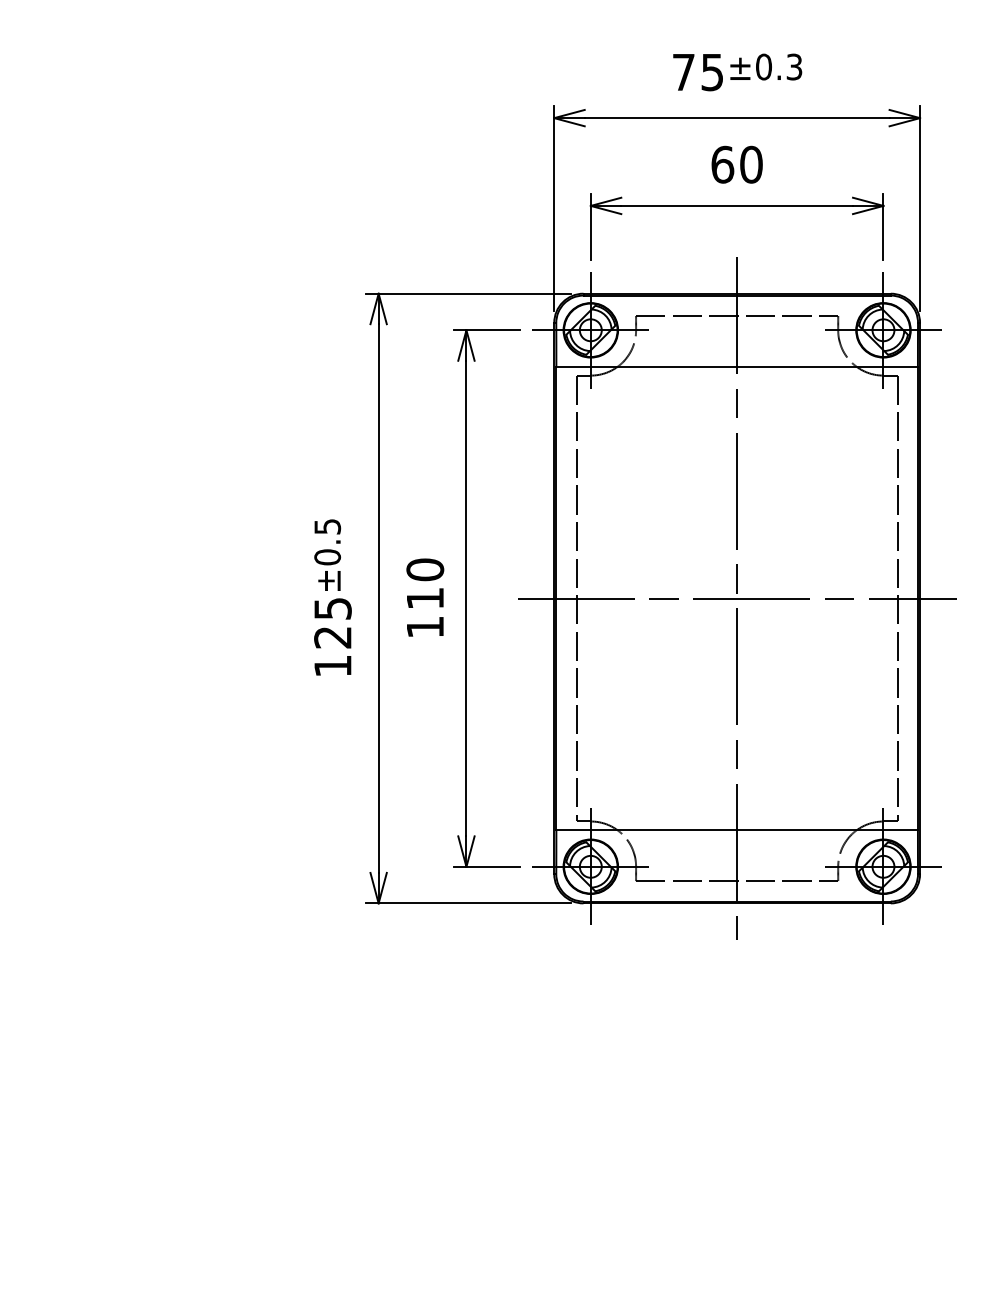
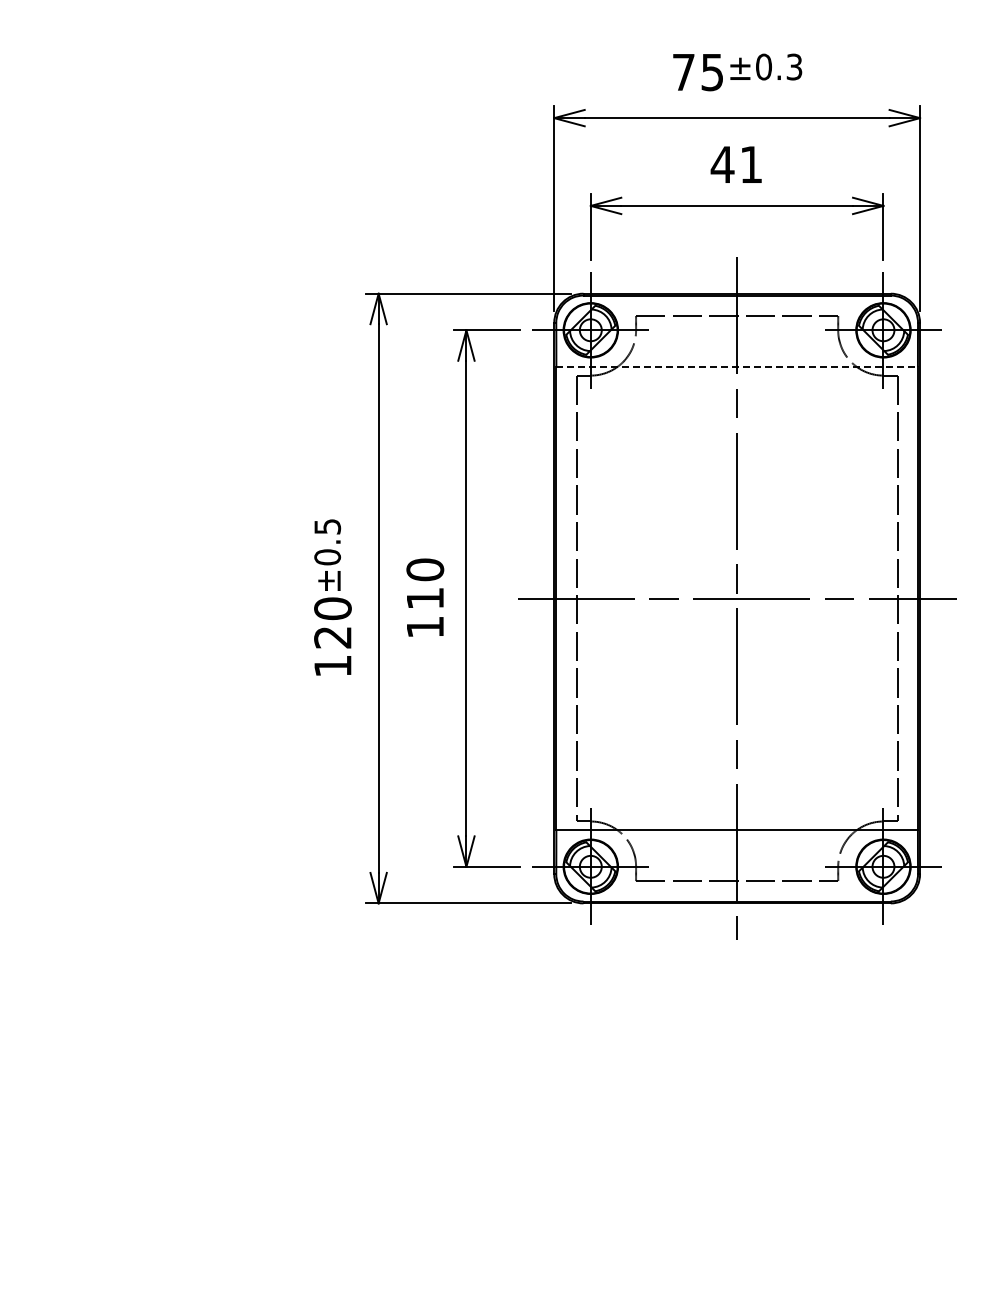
text at (736, 164): 60 -> 41
line at (737, 366): solid -> dashed
text at (332, 608): 125 -> 120
